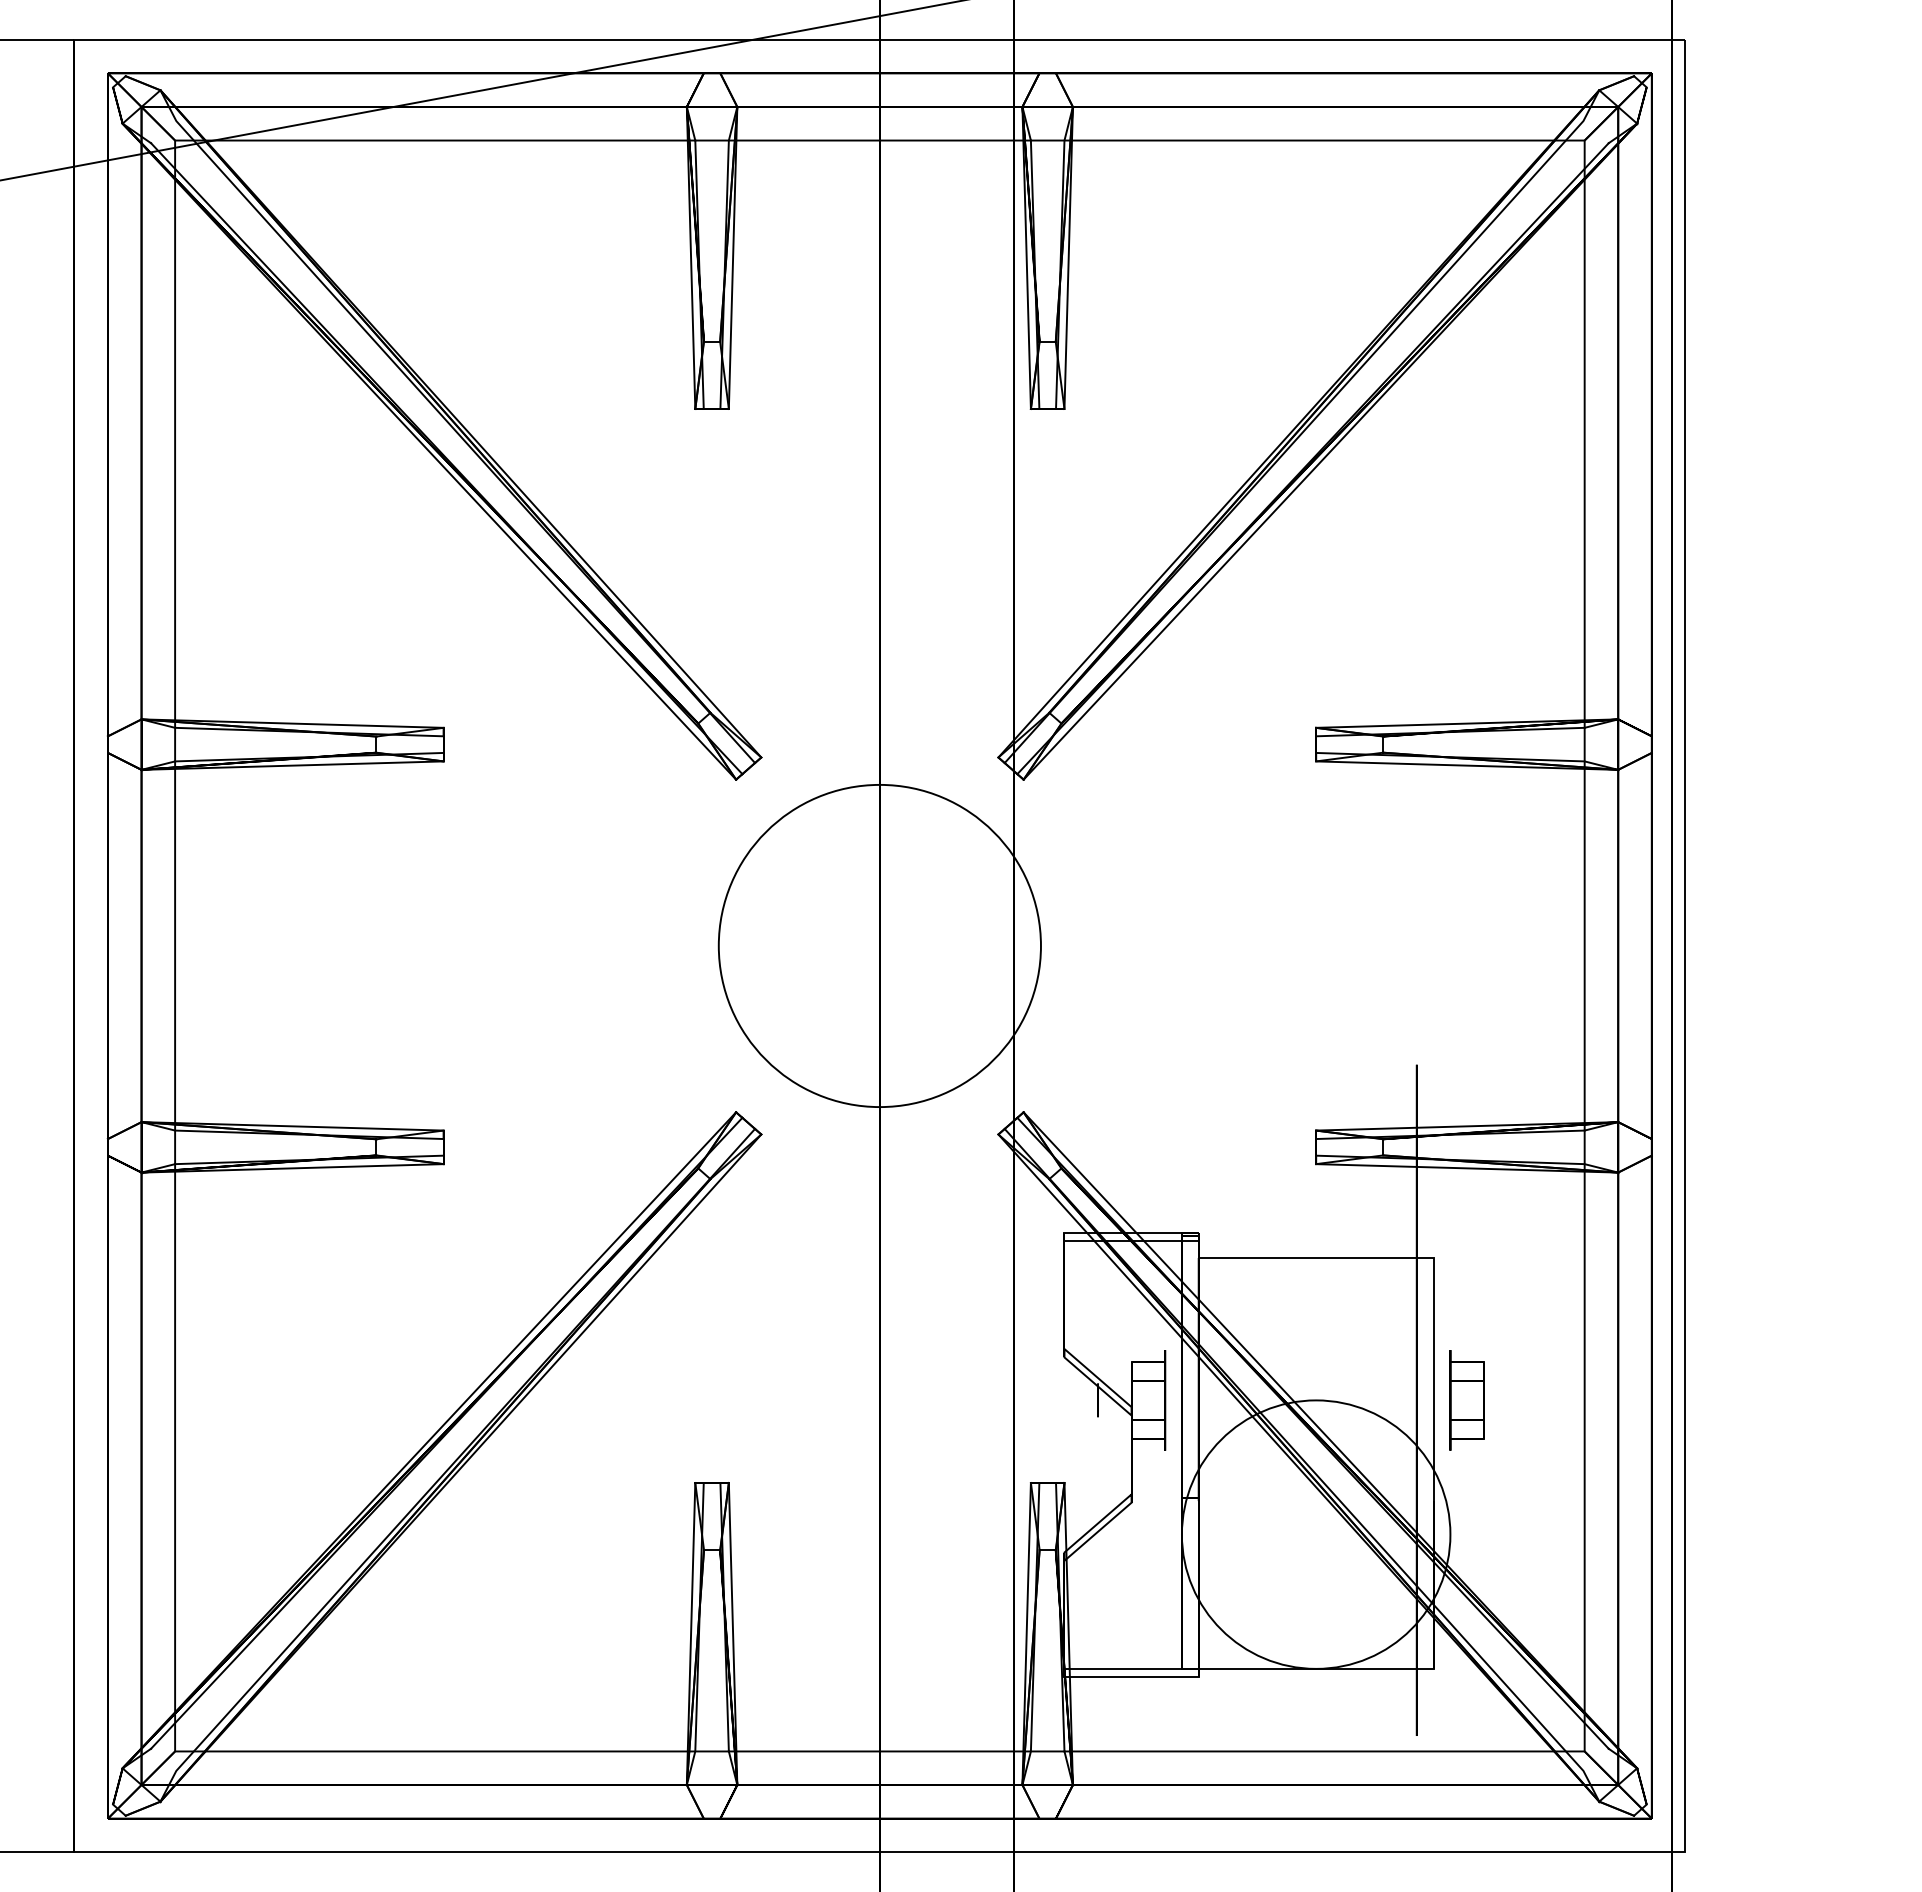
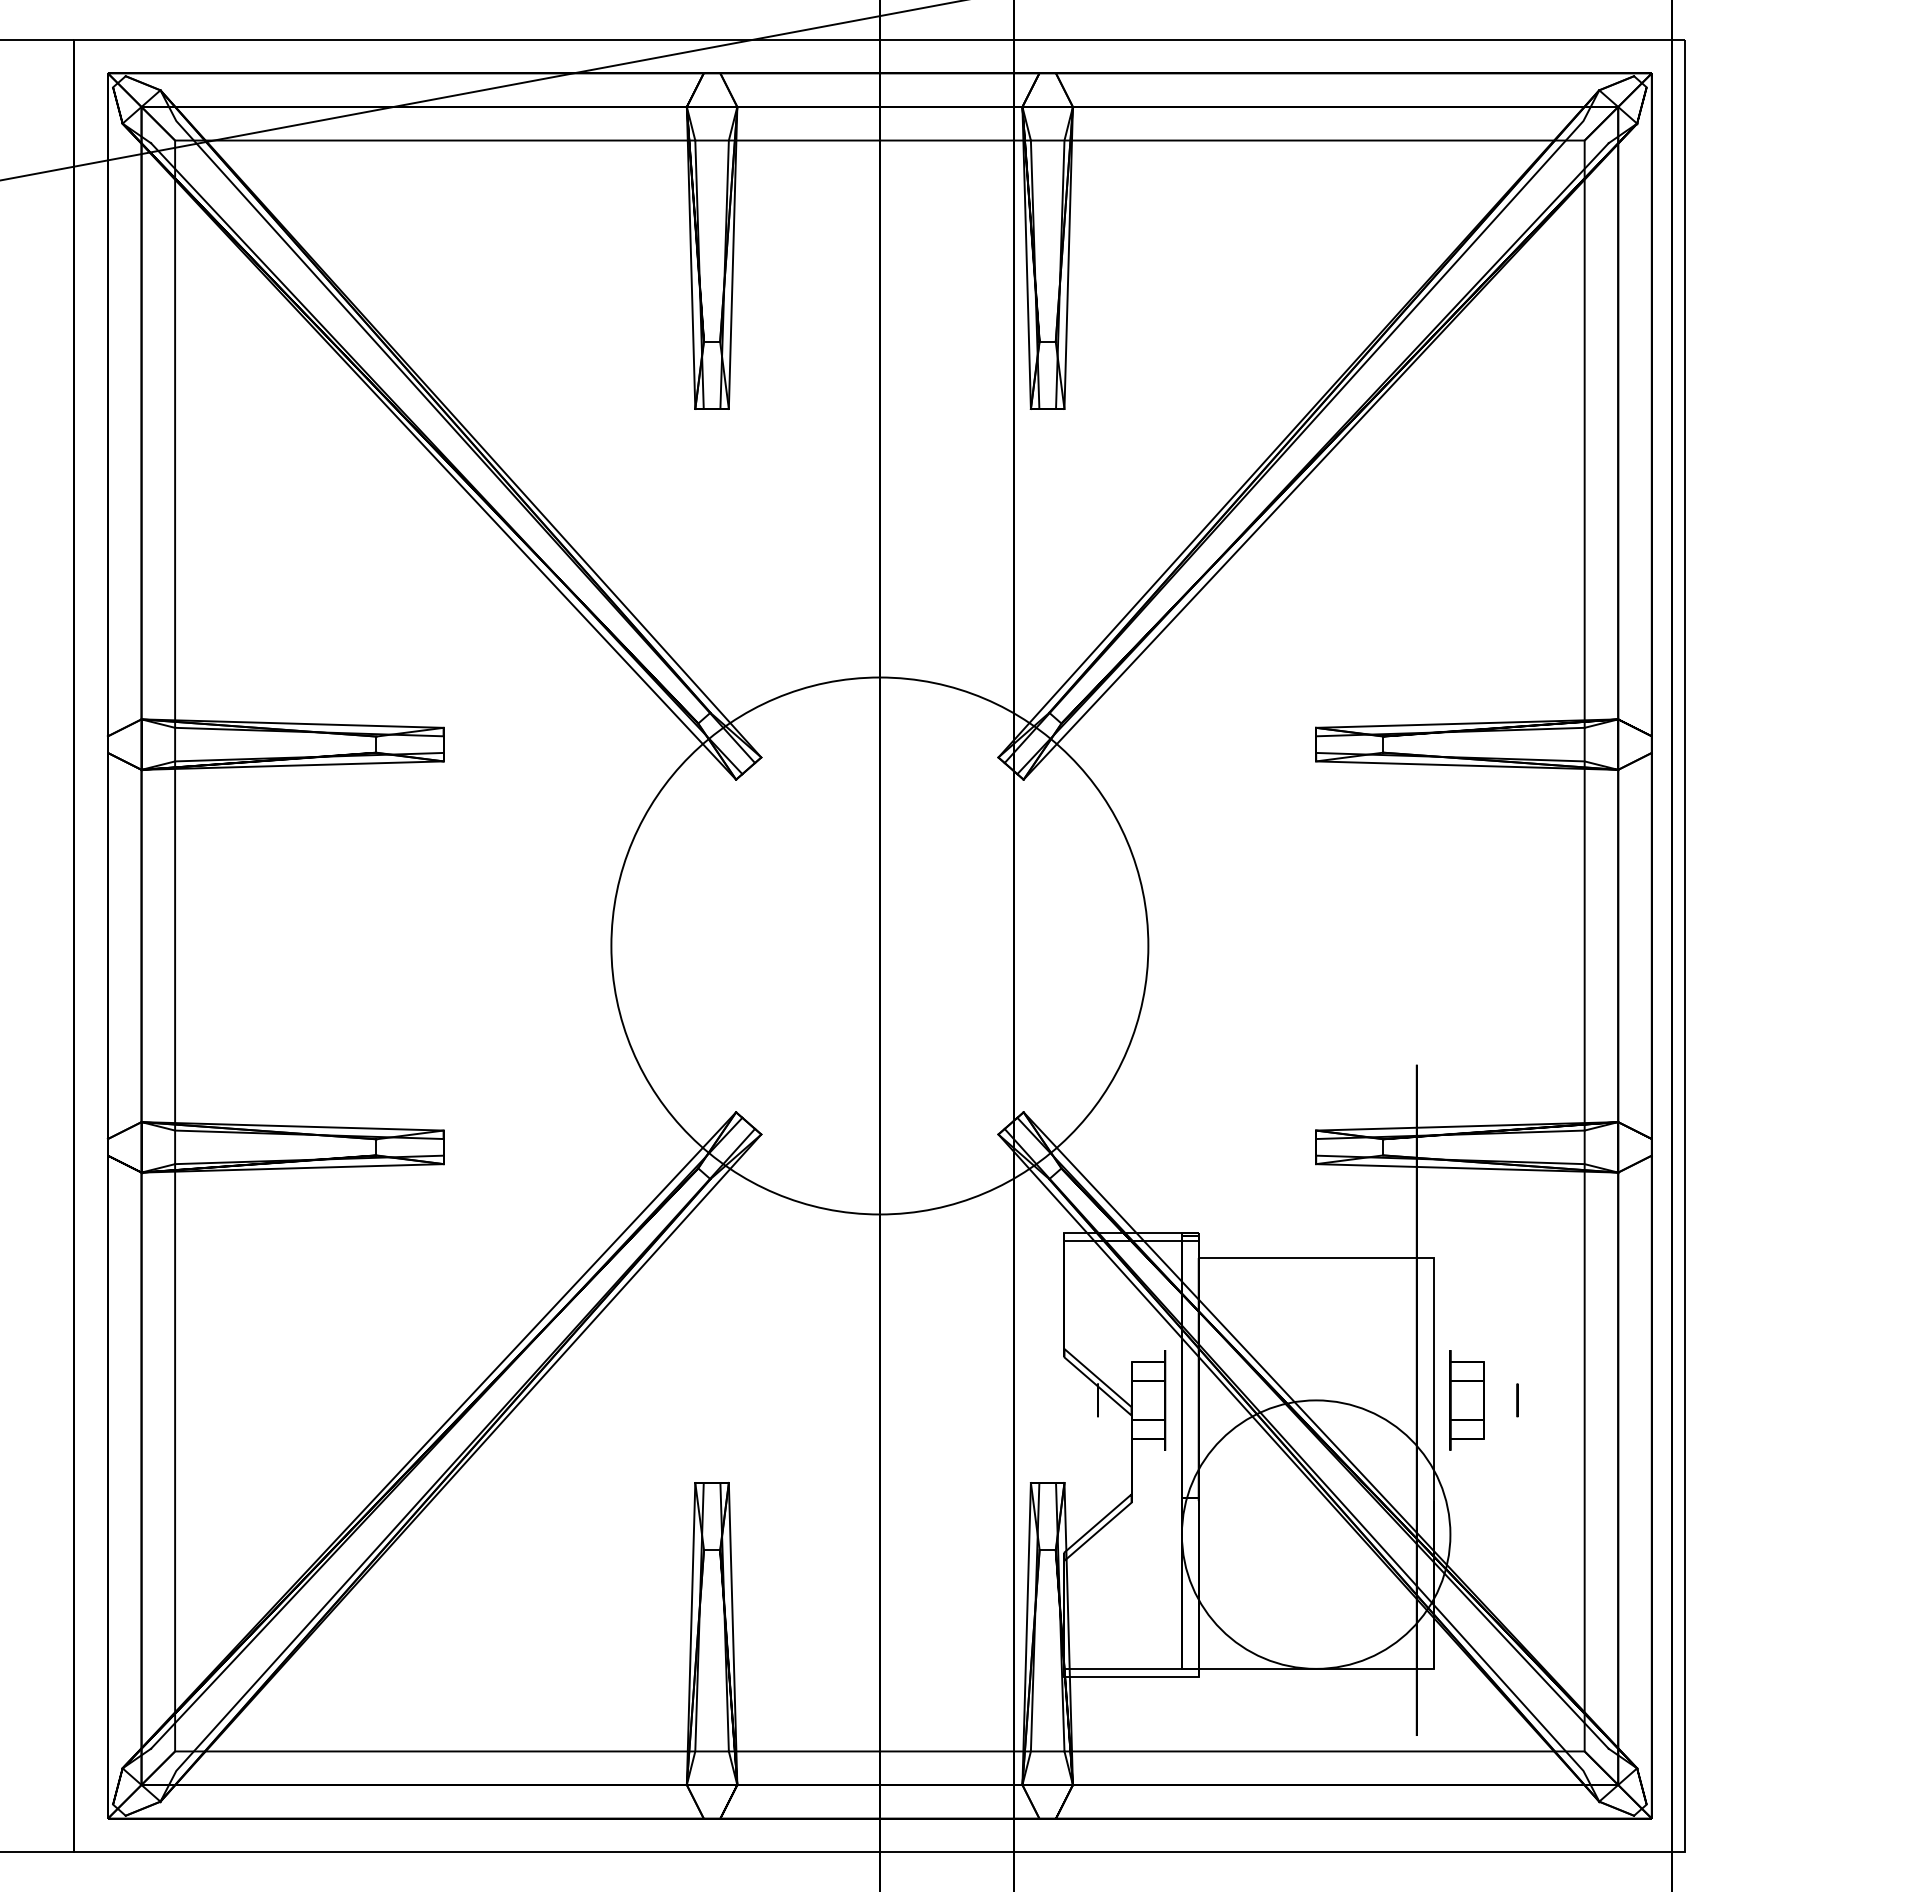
circle at (879, 945) diameter: 322 px -> 537 px
circle at (1517, 1400): none -> present
